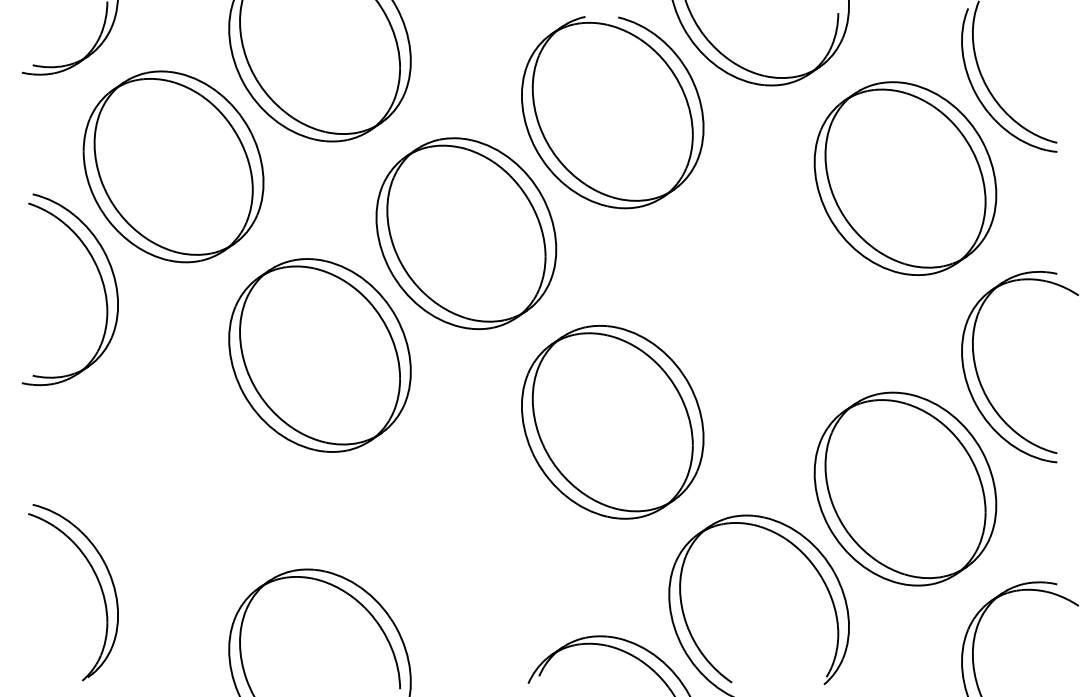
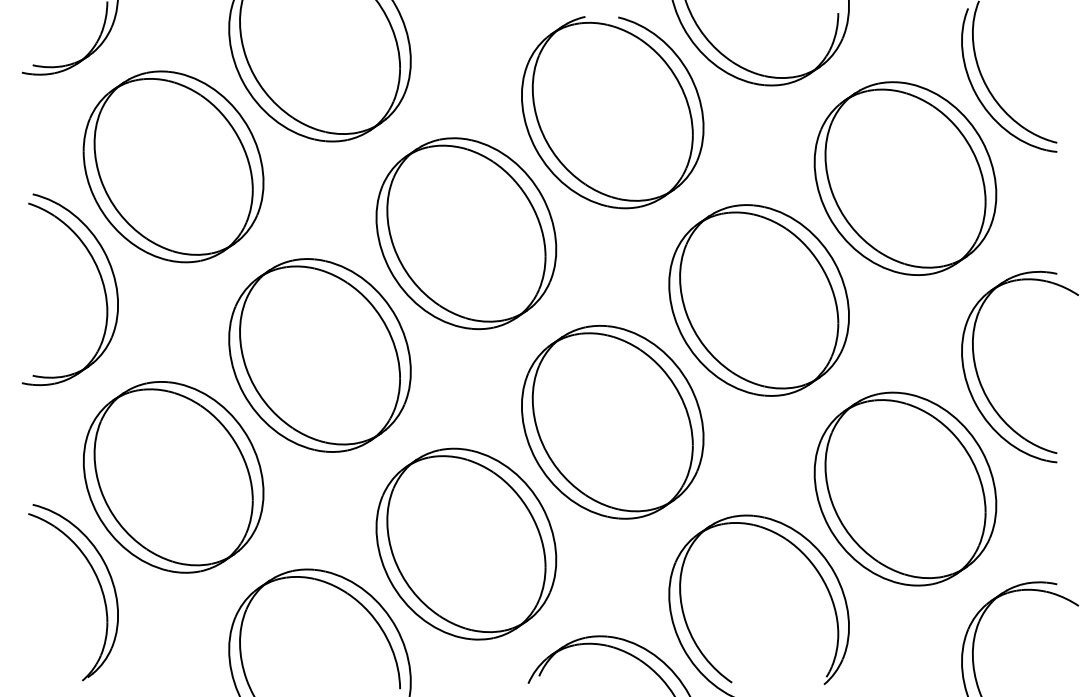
part at (758, 300): none -> present
part at (173, 477): none -> present
part at (466, 543): none -> present
